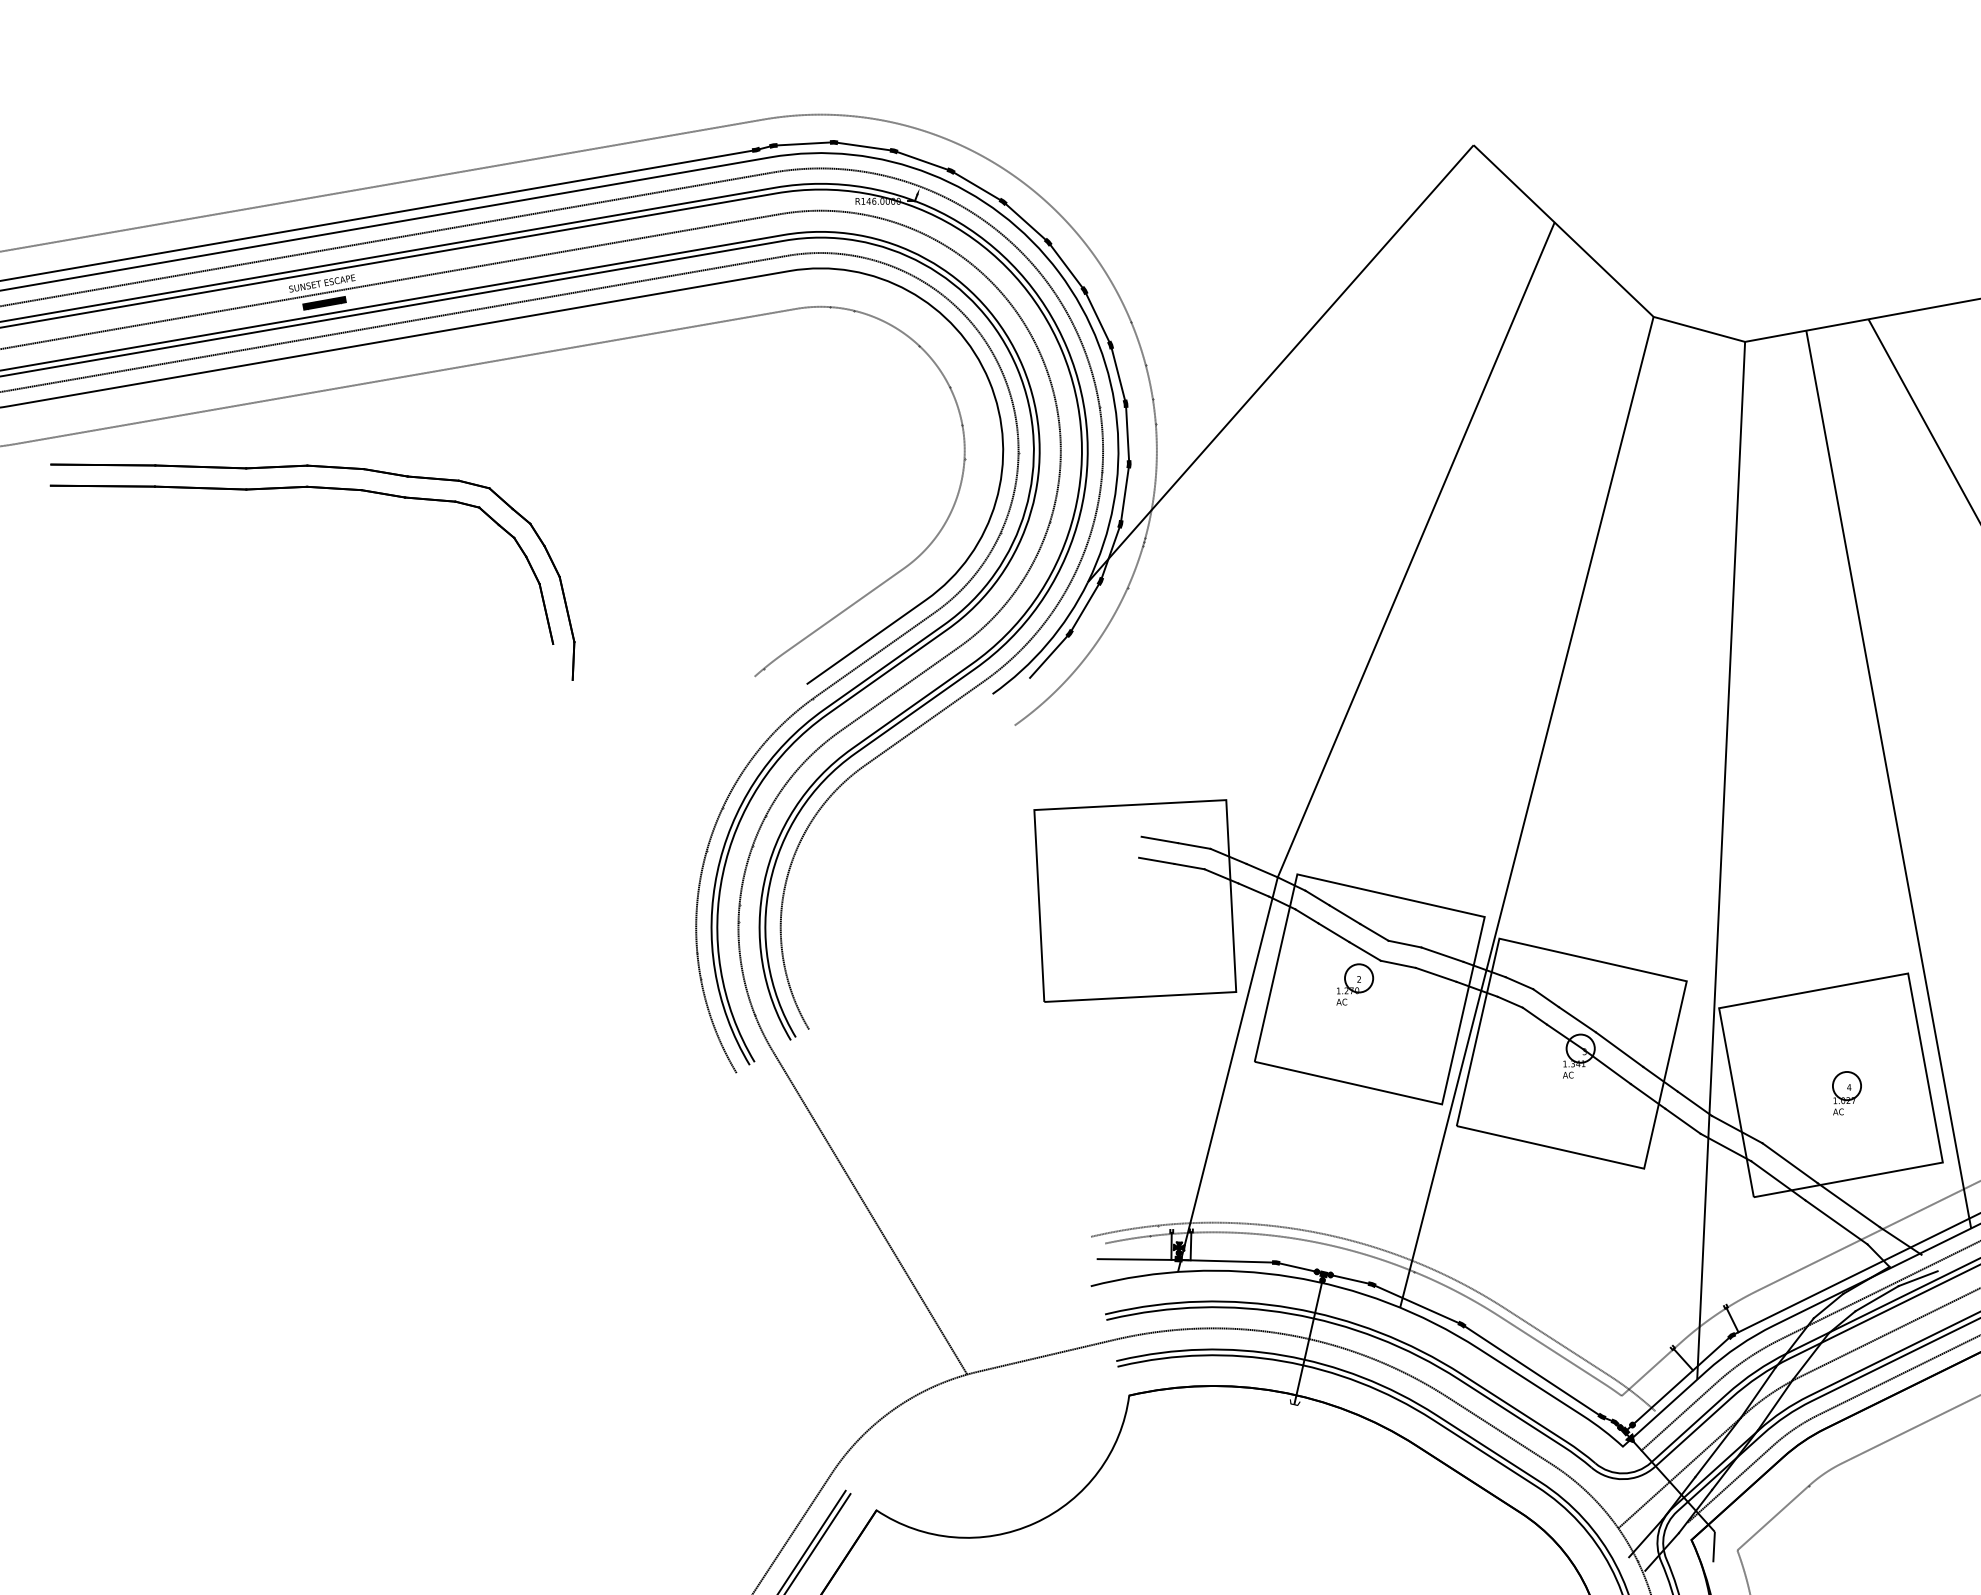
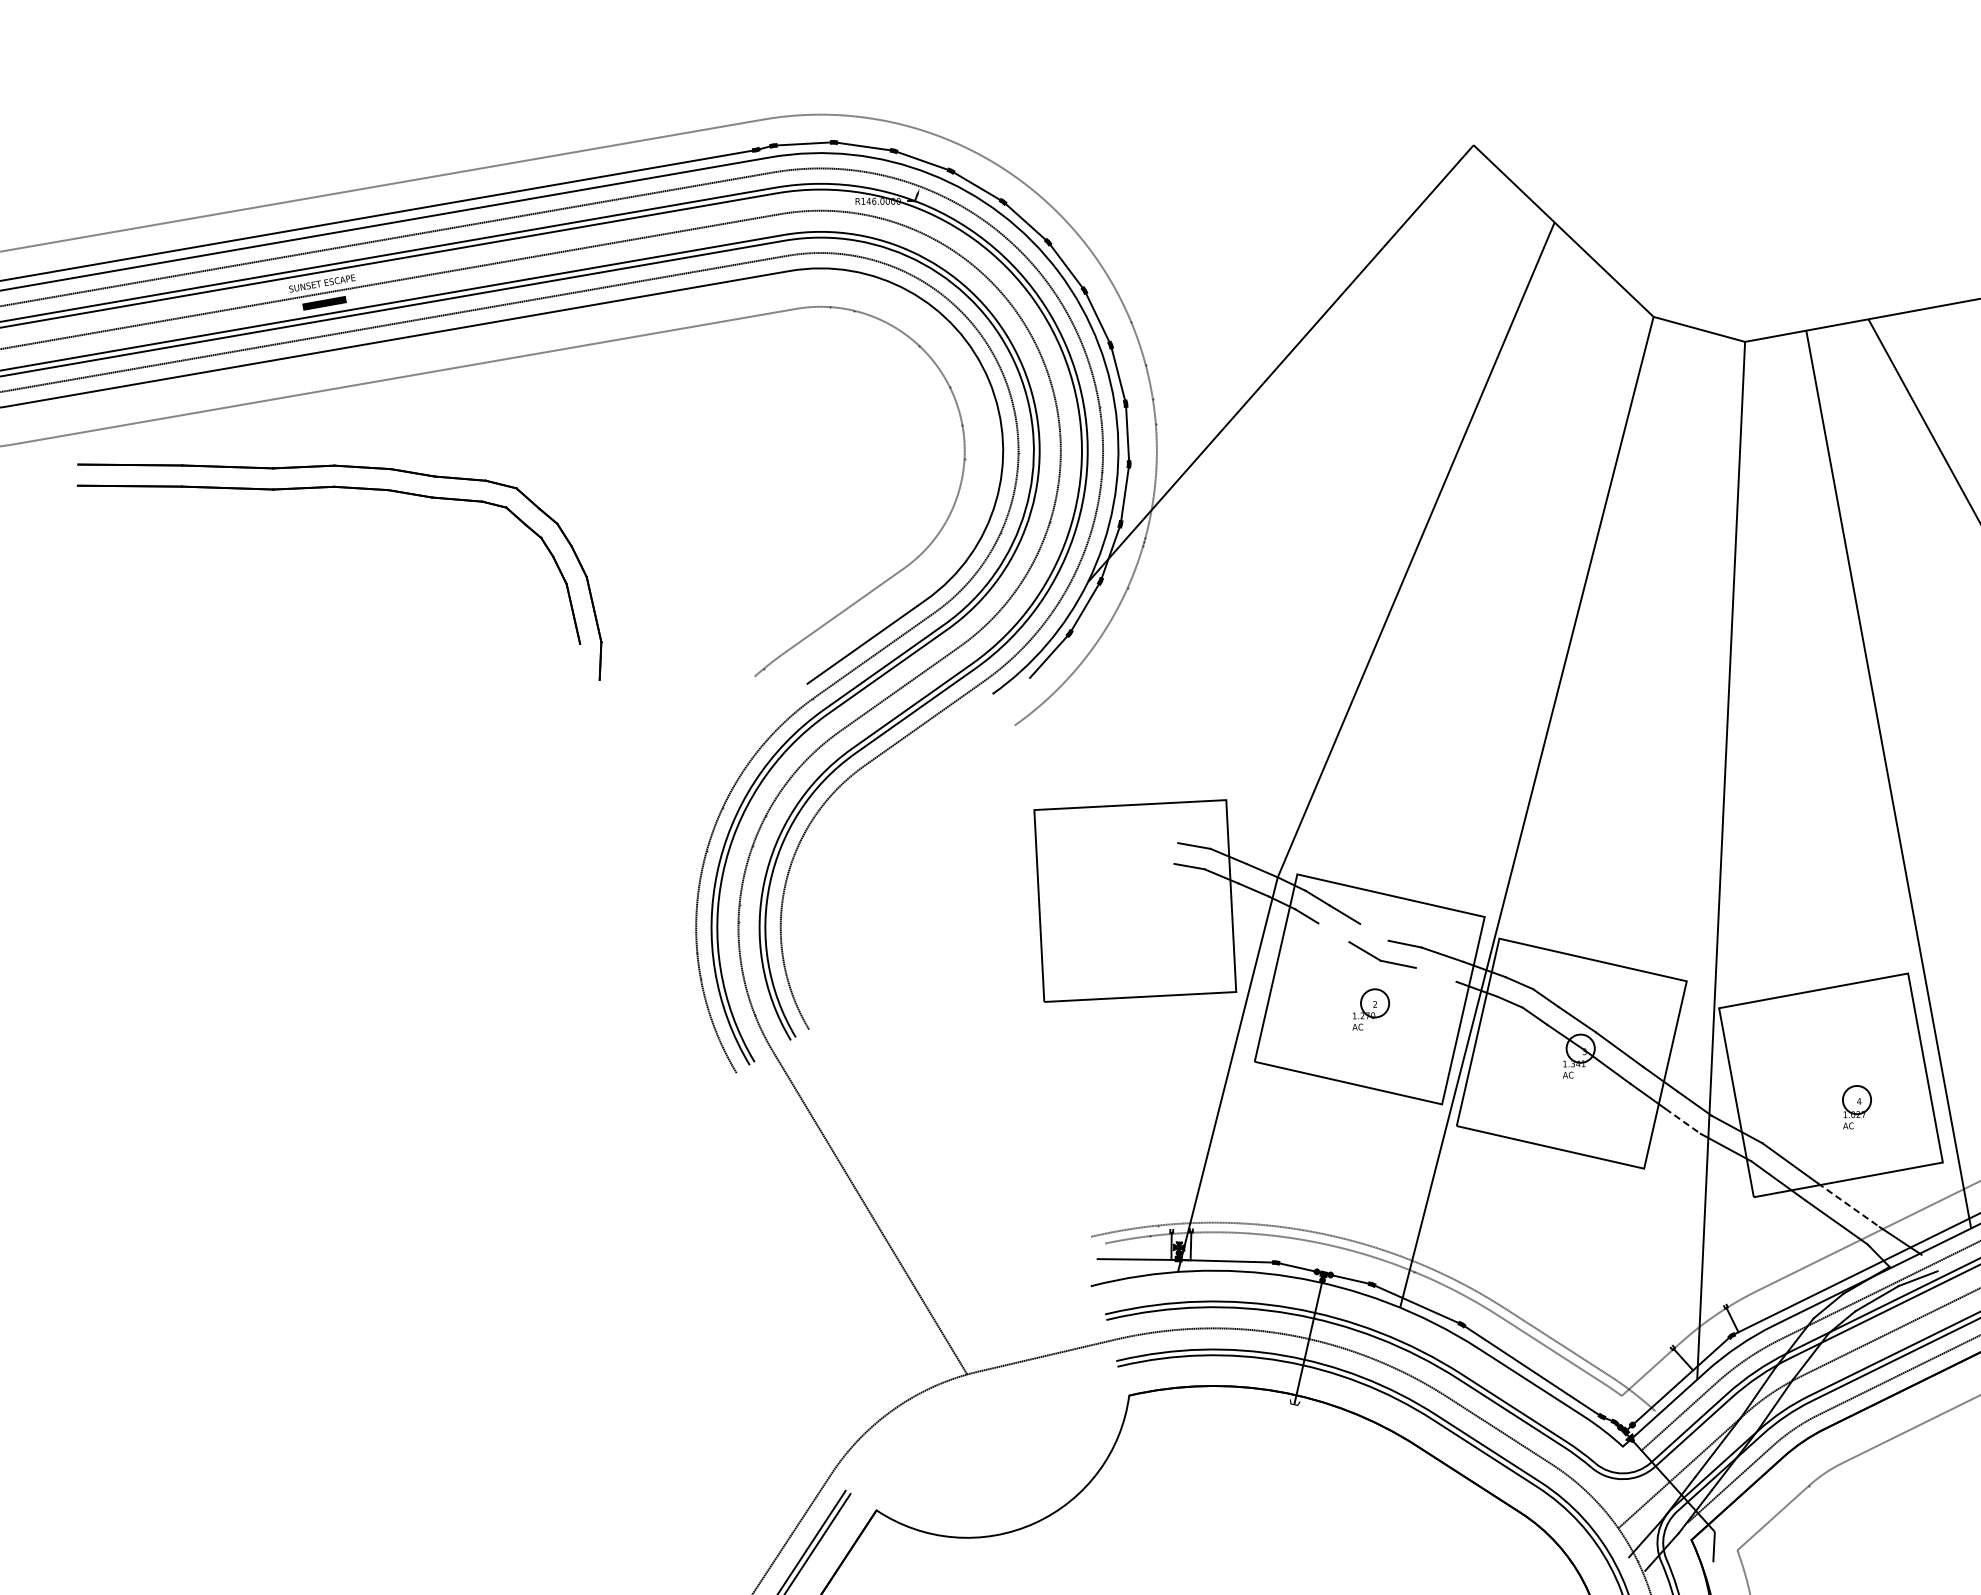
part at (312, 488) position: (312, 488) -> (339, 488)
line at (1159, 839): present -> none
line at (1156, 860): present -> none
line at (1374, 931): present -> none
line at (1333, 932): present -> none
line at (1435, 974): present -> none
part at (1355, 984) position: (1355, 984) -> (1371, 1009)
part at (1846, 1093) position: (1846, 1093) -> (1856, 1107)
line at (1683, 1121): solid -> dashed
line at (1849, 1205): solid -> dashed
